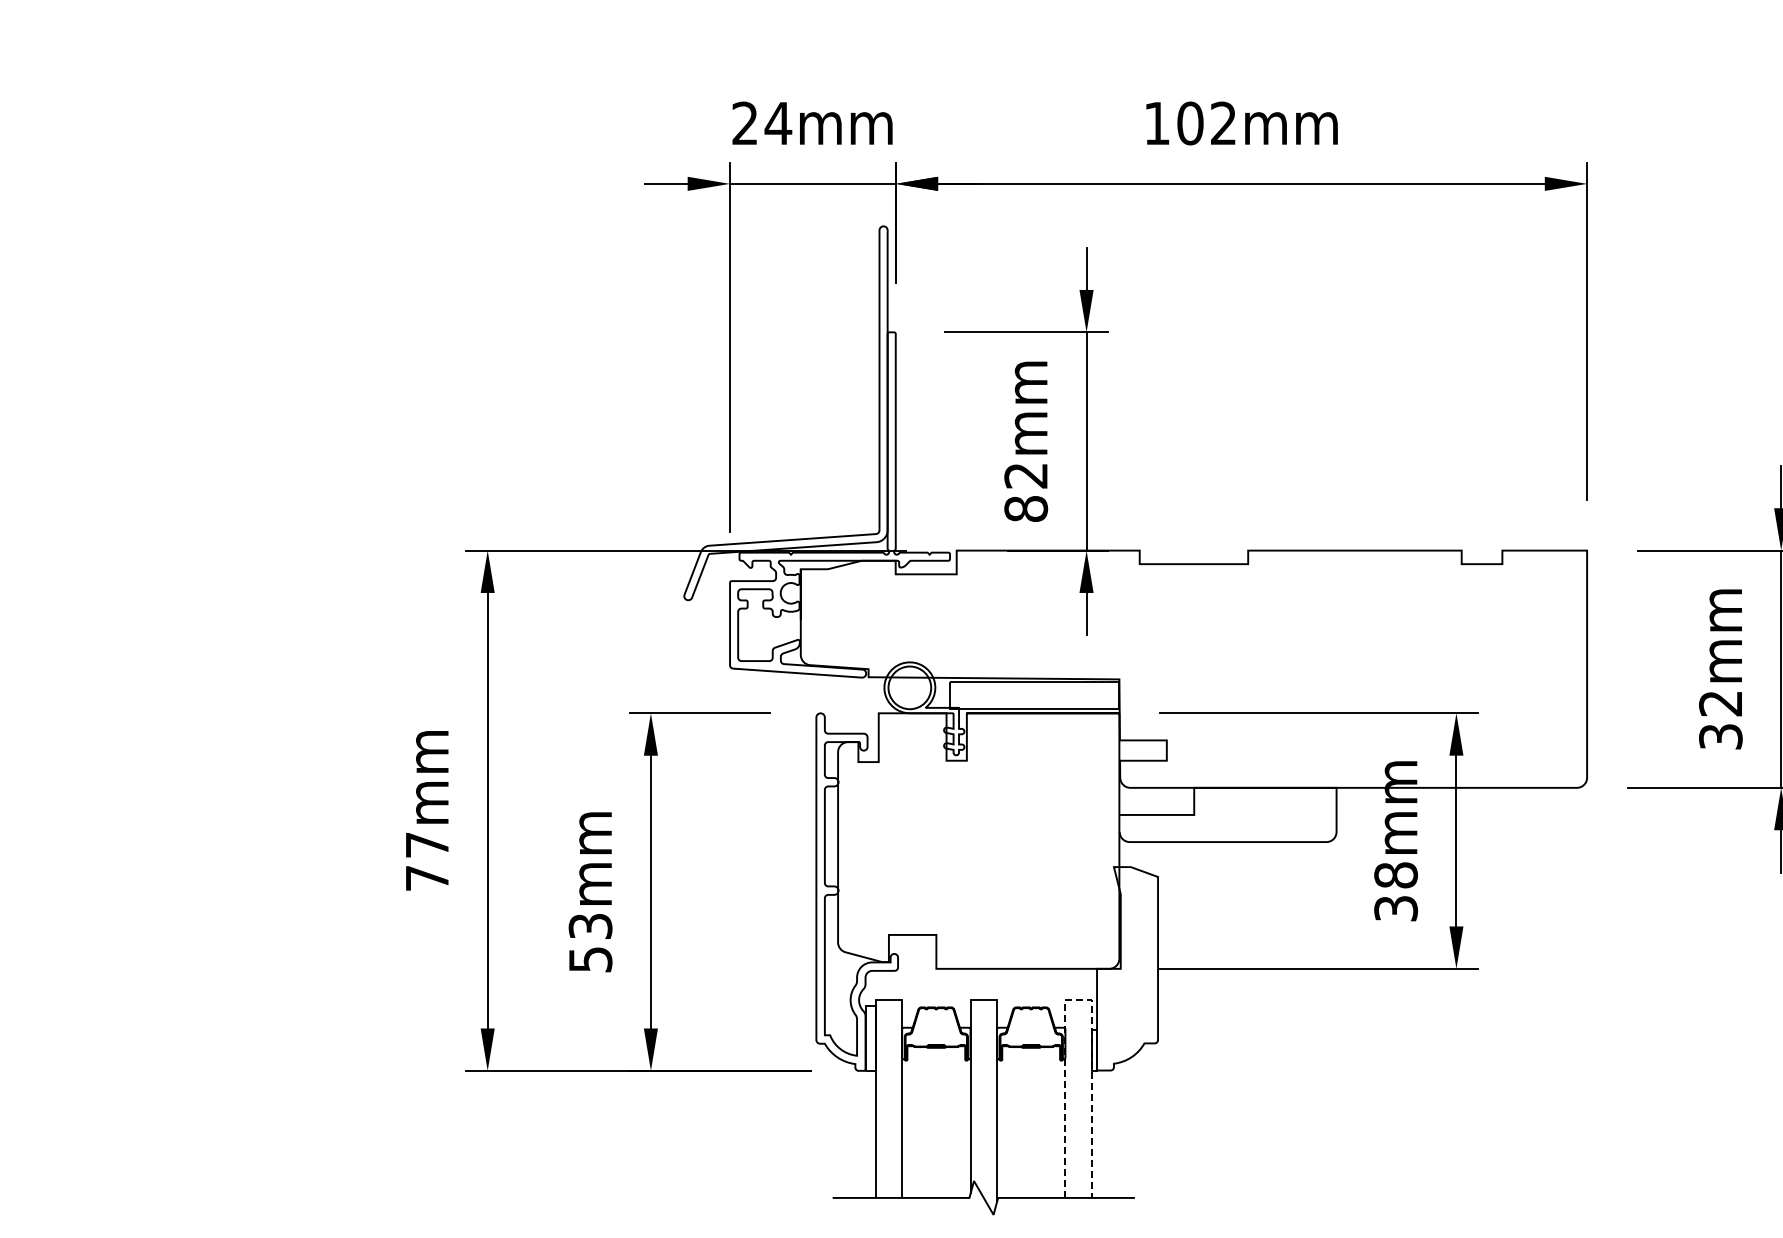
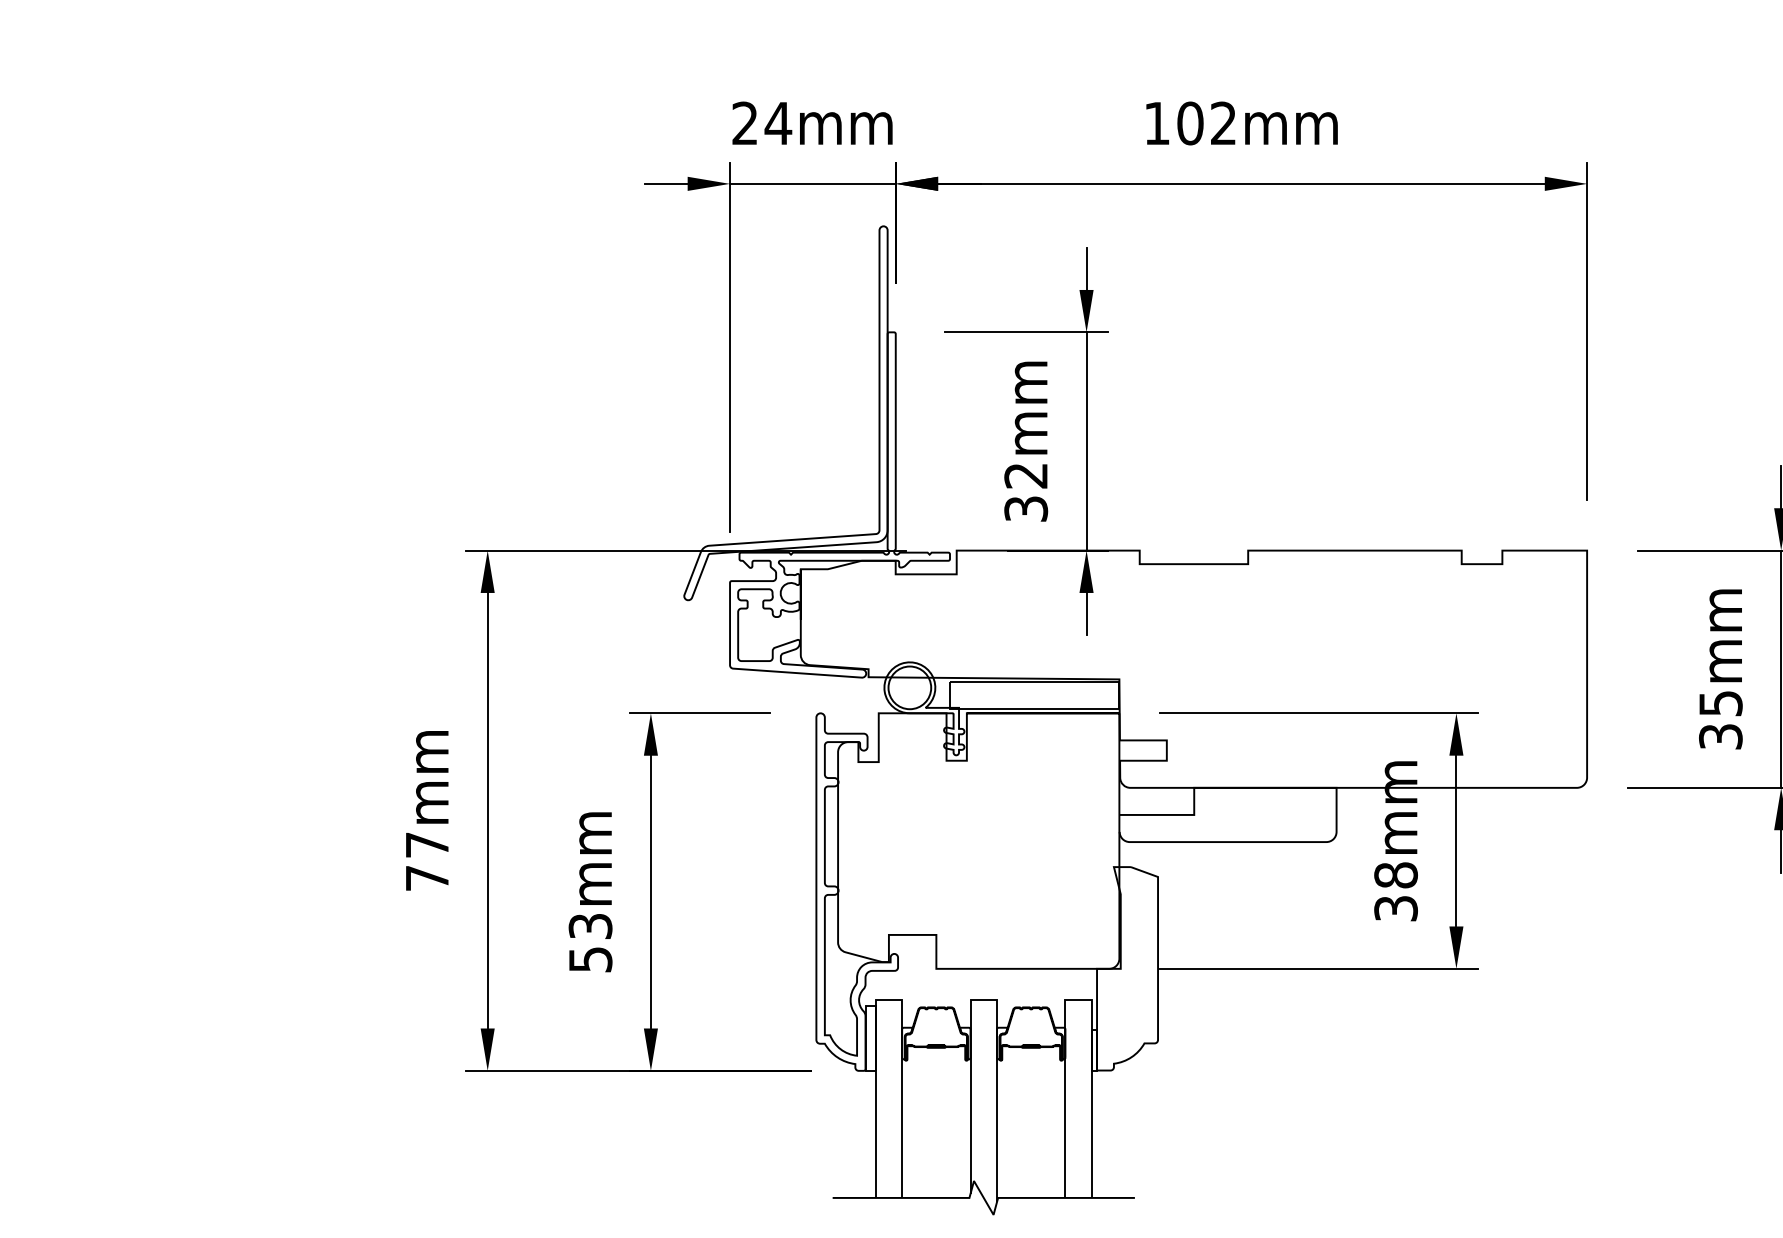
text at (1026, 509): 82mm -> 32mm
text at (1720, 703): 32mm -> 35mm
line at (1079, 999): dashed -> solid
